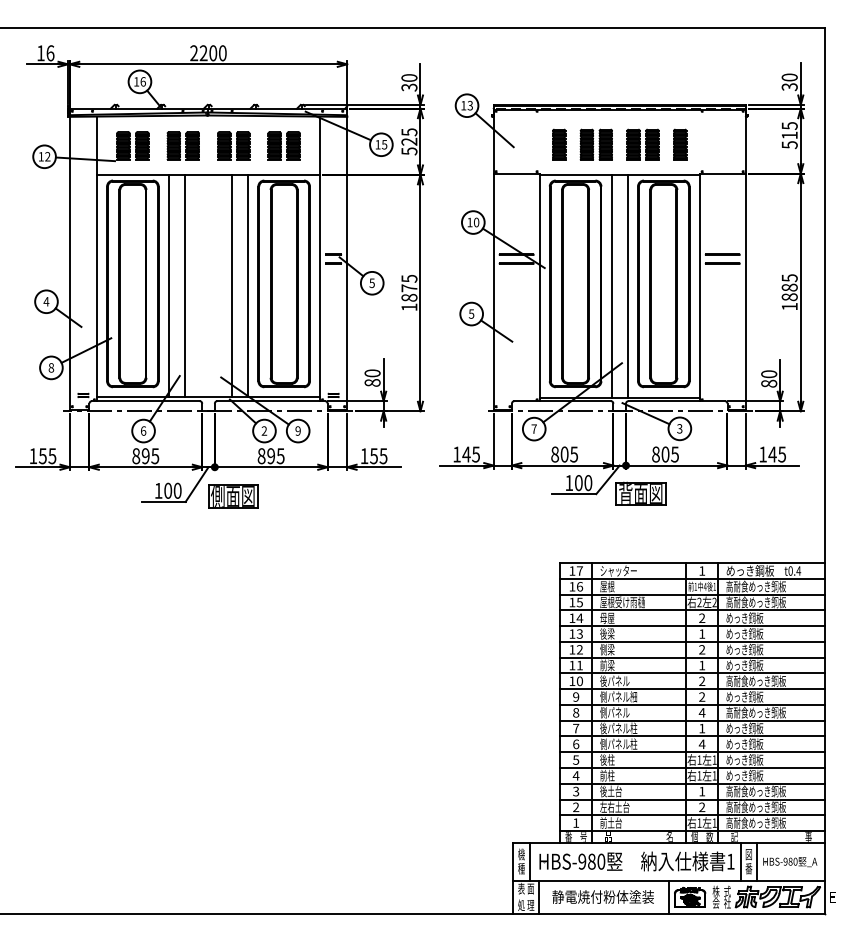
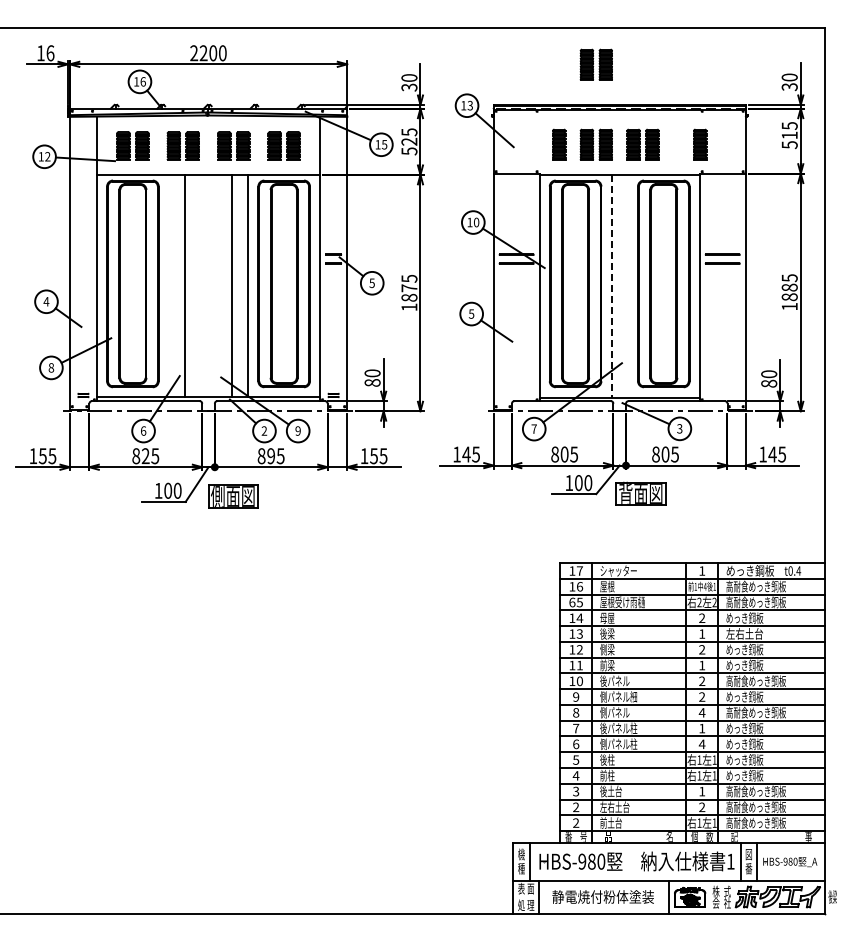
part at (595, 64): none -> present
part at (680, 144) position: (680, 144) -> (700, 144)
line at (168, 285): present -> none
line at (627, 285): present -> none
line at (611, 286): solid -> dashed
text at (145, 456): 895 -> 825
text at (572, 602): 15 -> 65
text at (744, 633): めっき鋼板 -> 左右土台
text at (576, 822): 1 -> 2
text at (832, 896): E -> 後梁
